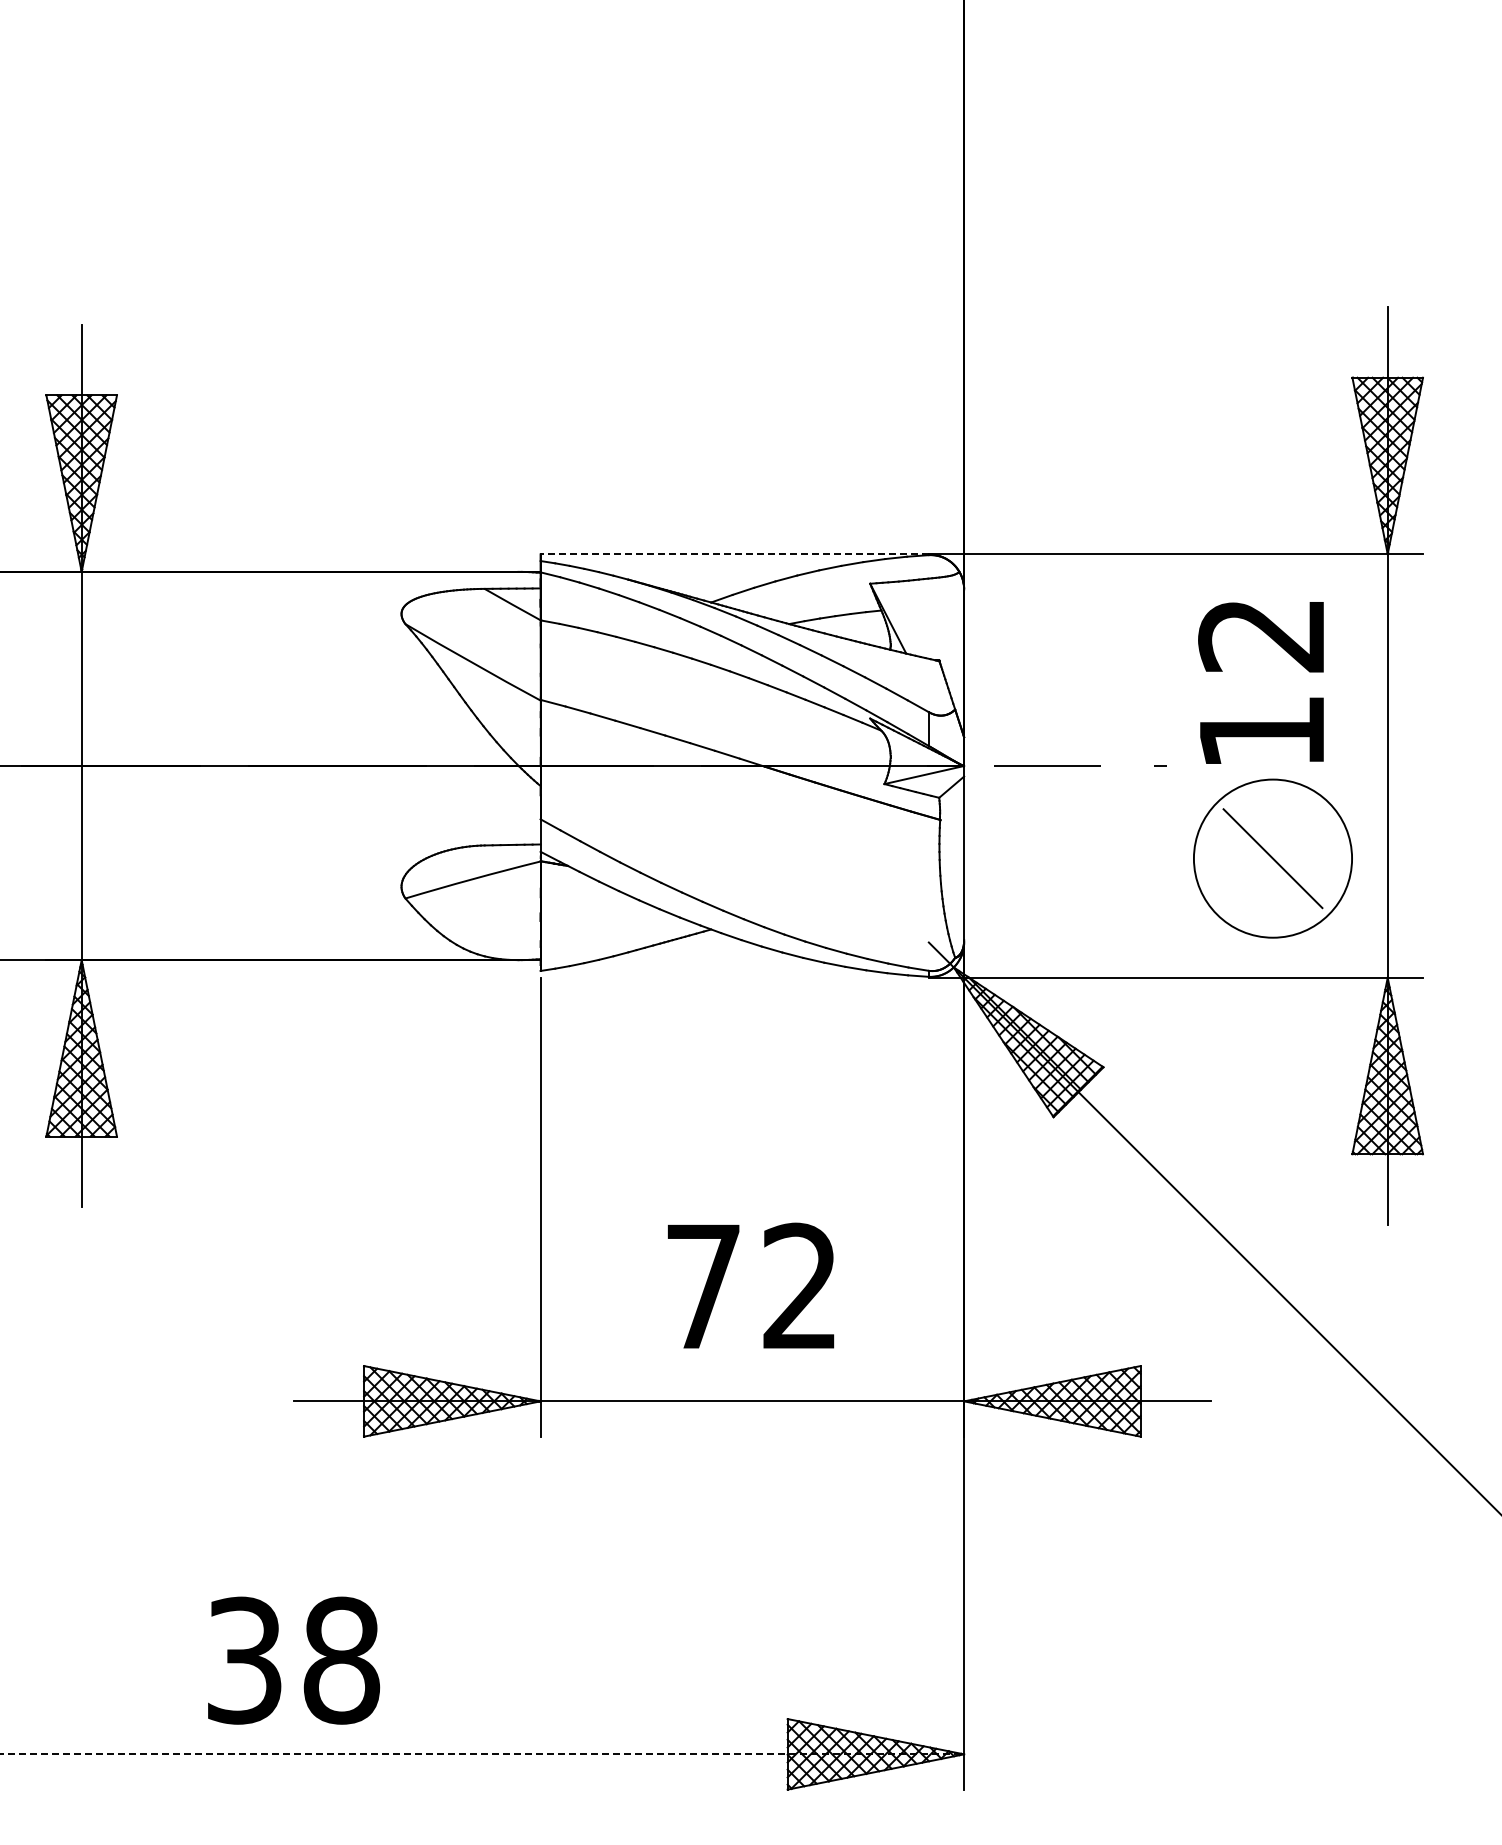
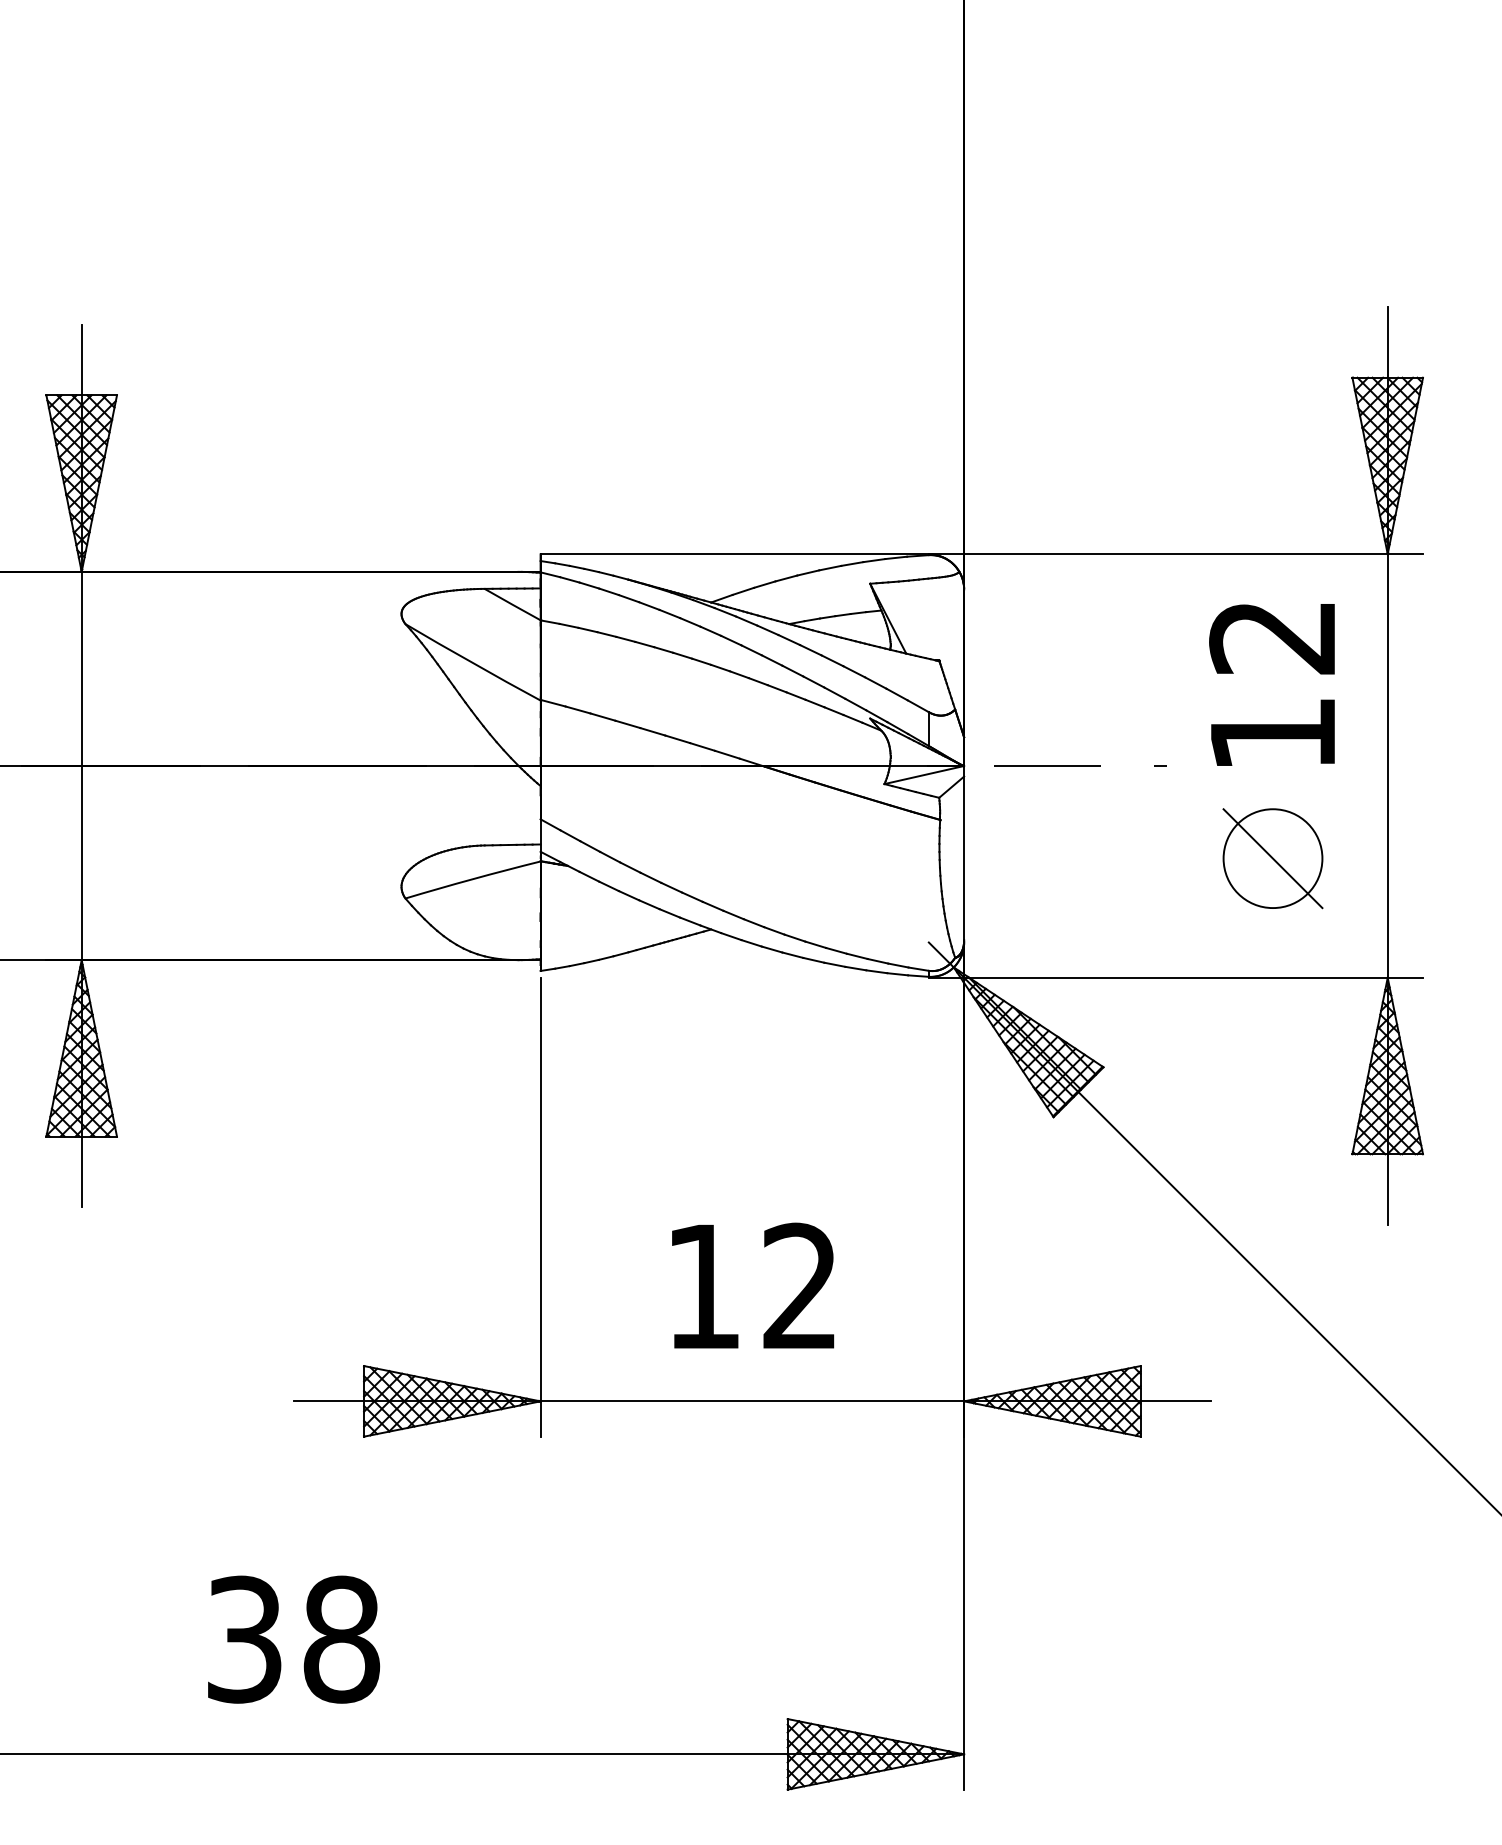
line at (734, 554): dashed -> solid
text at (1260, 682) position: (1260, 682) -> (1271, 684)
circle at (1272, 858) diameter: 158 px -> 99 px
text at (703, 1286): 72 -> 12
text at (294, 1660) position: (294, 1660) -> (294, 1639)
line at (482, 1754): dashed -> solid
